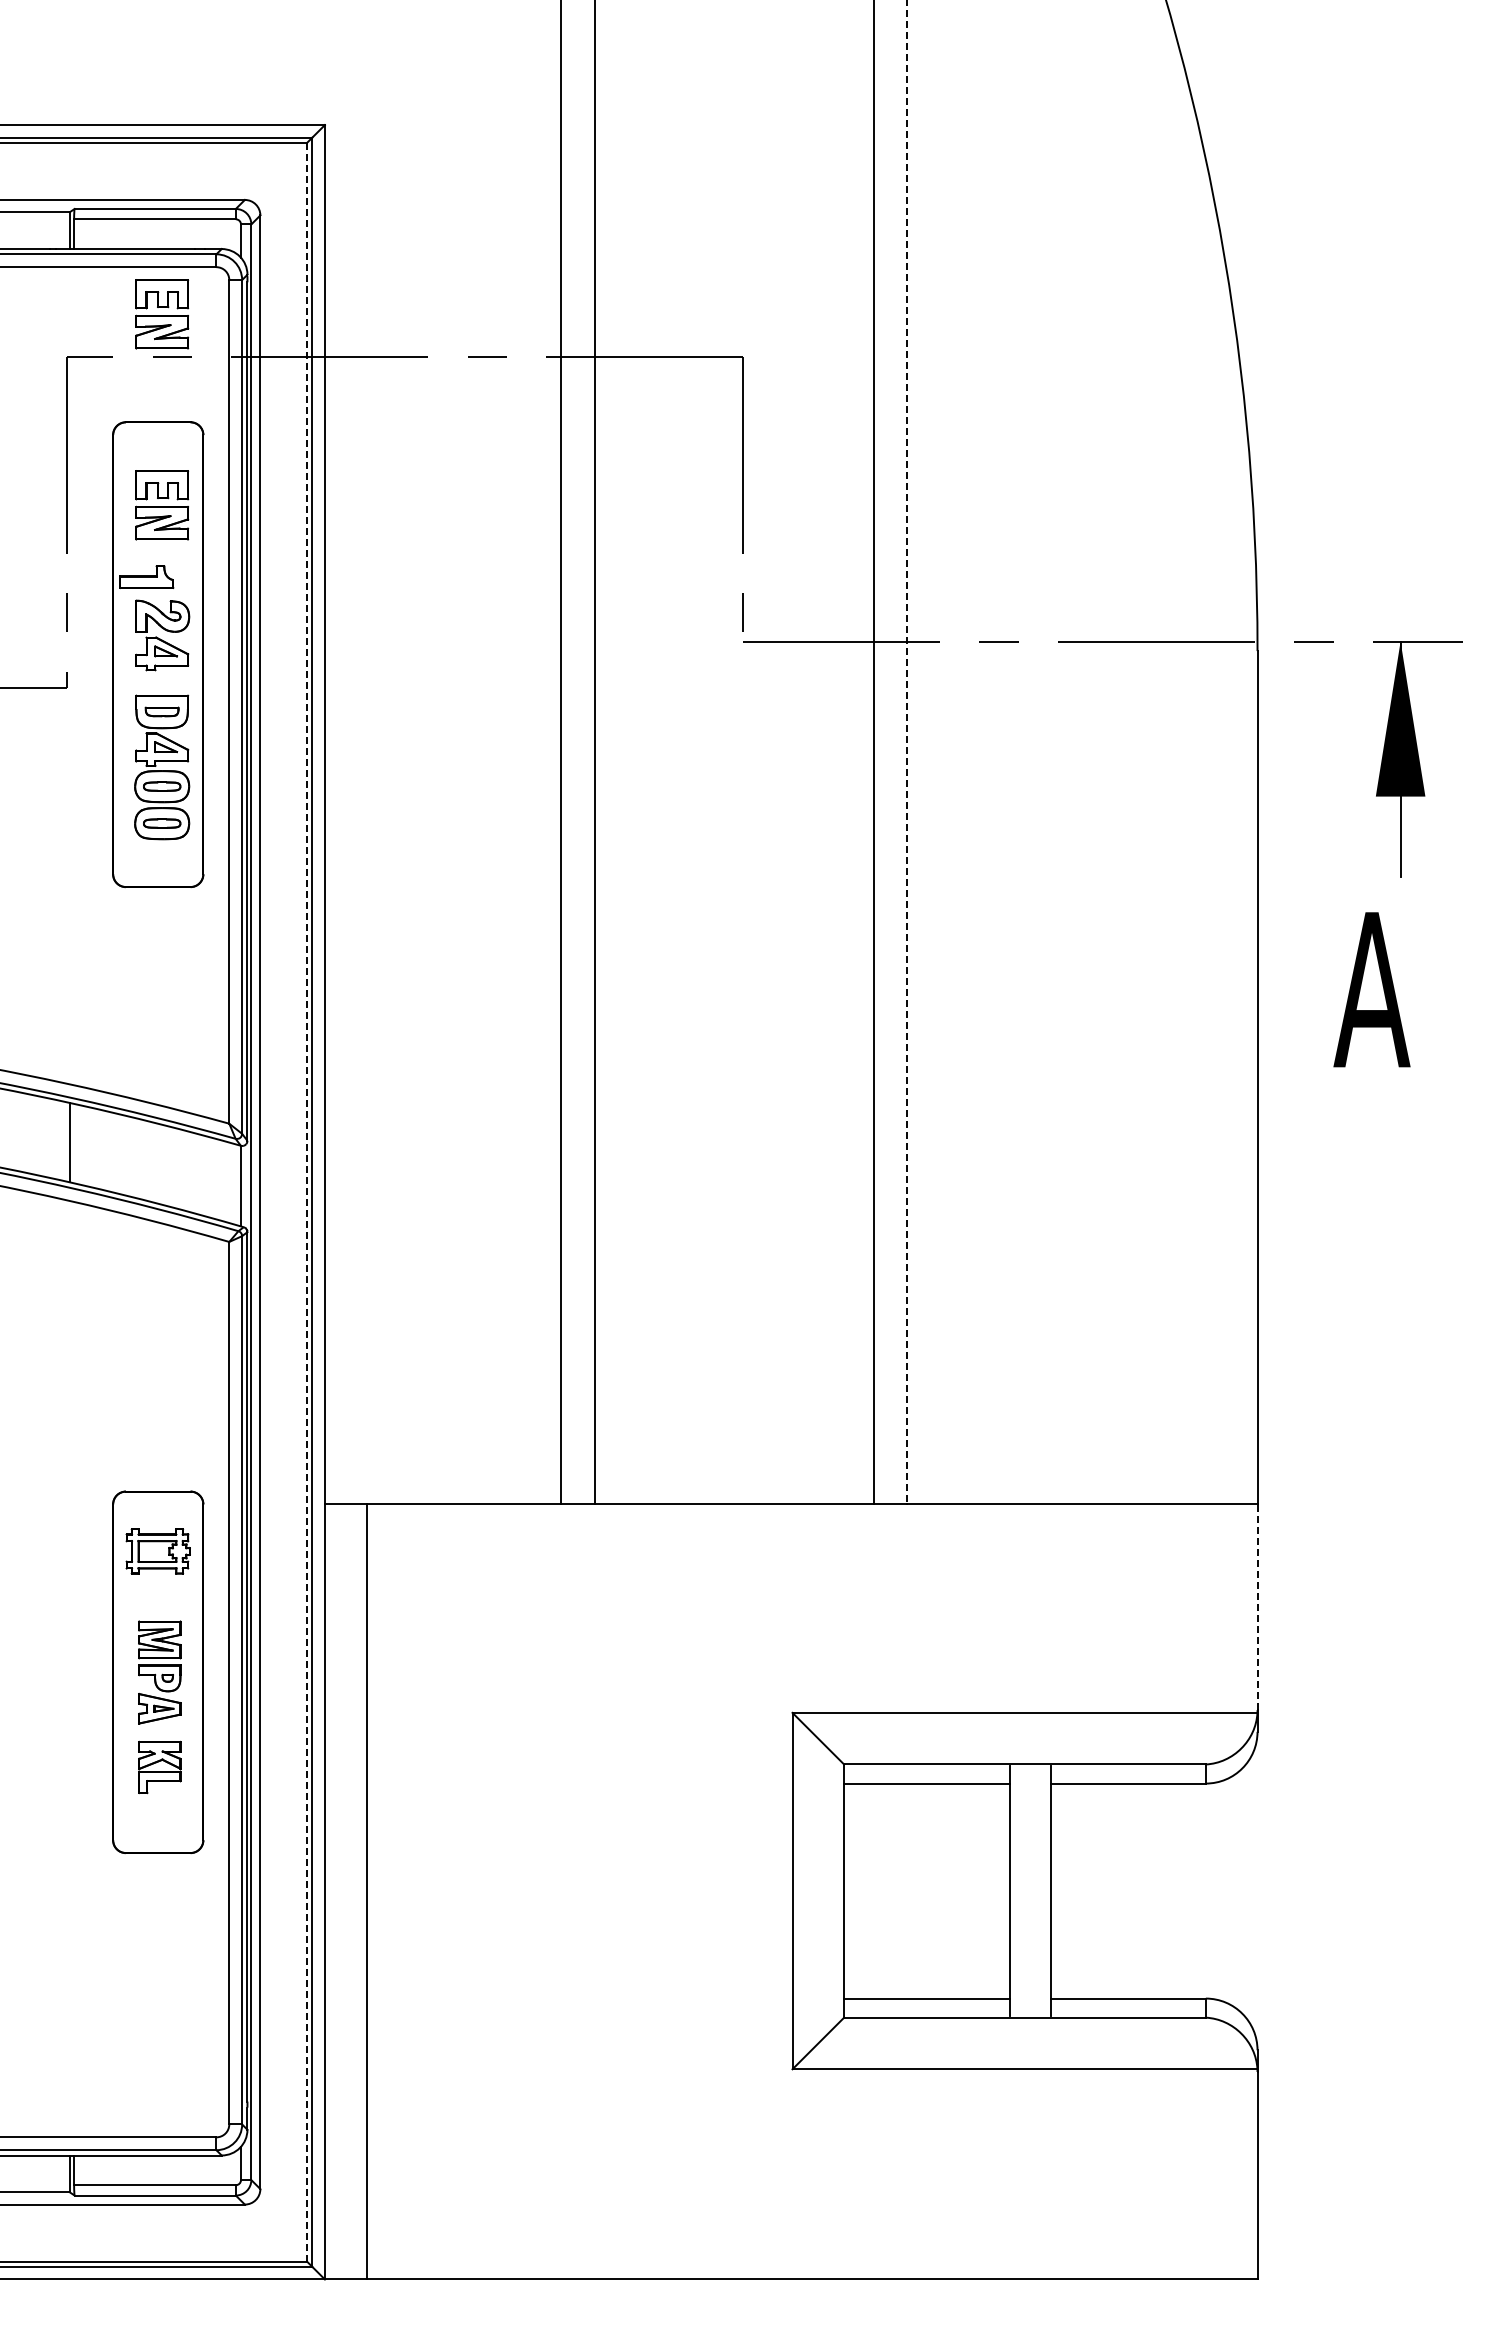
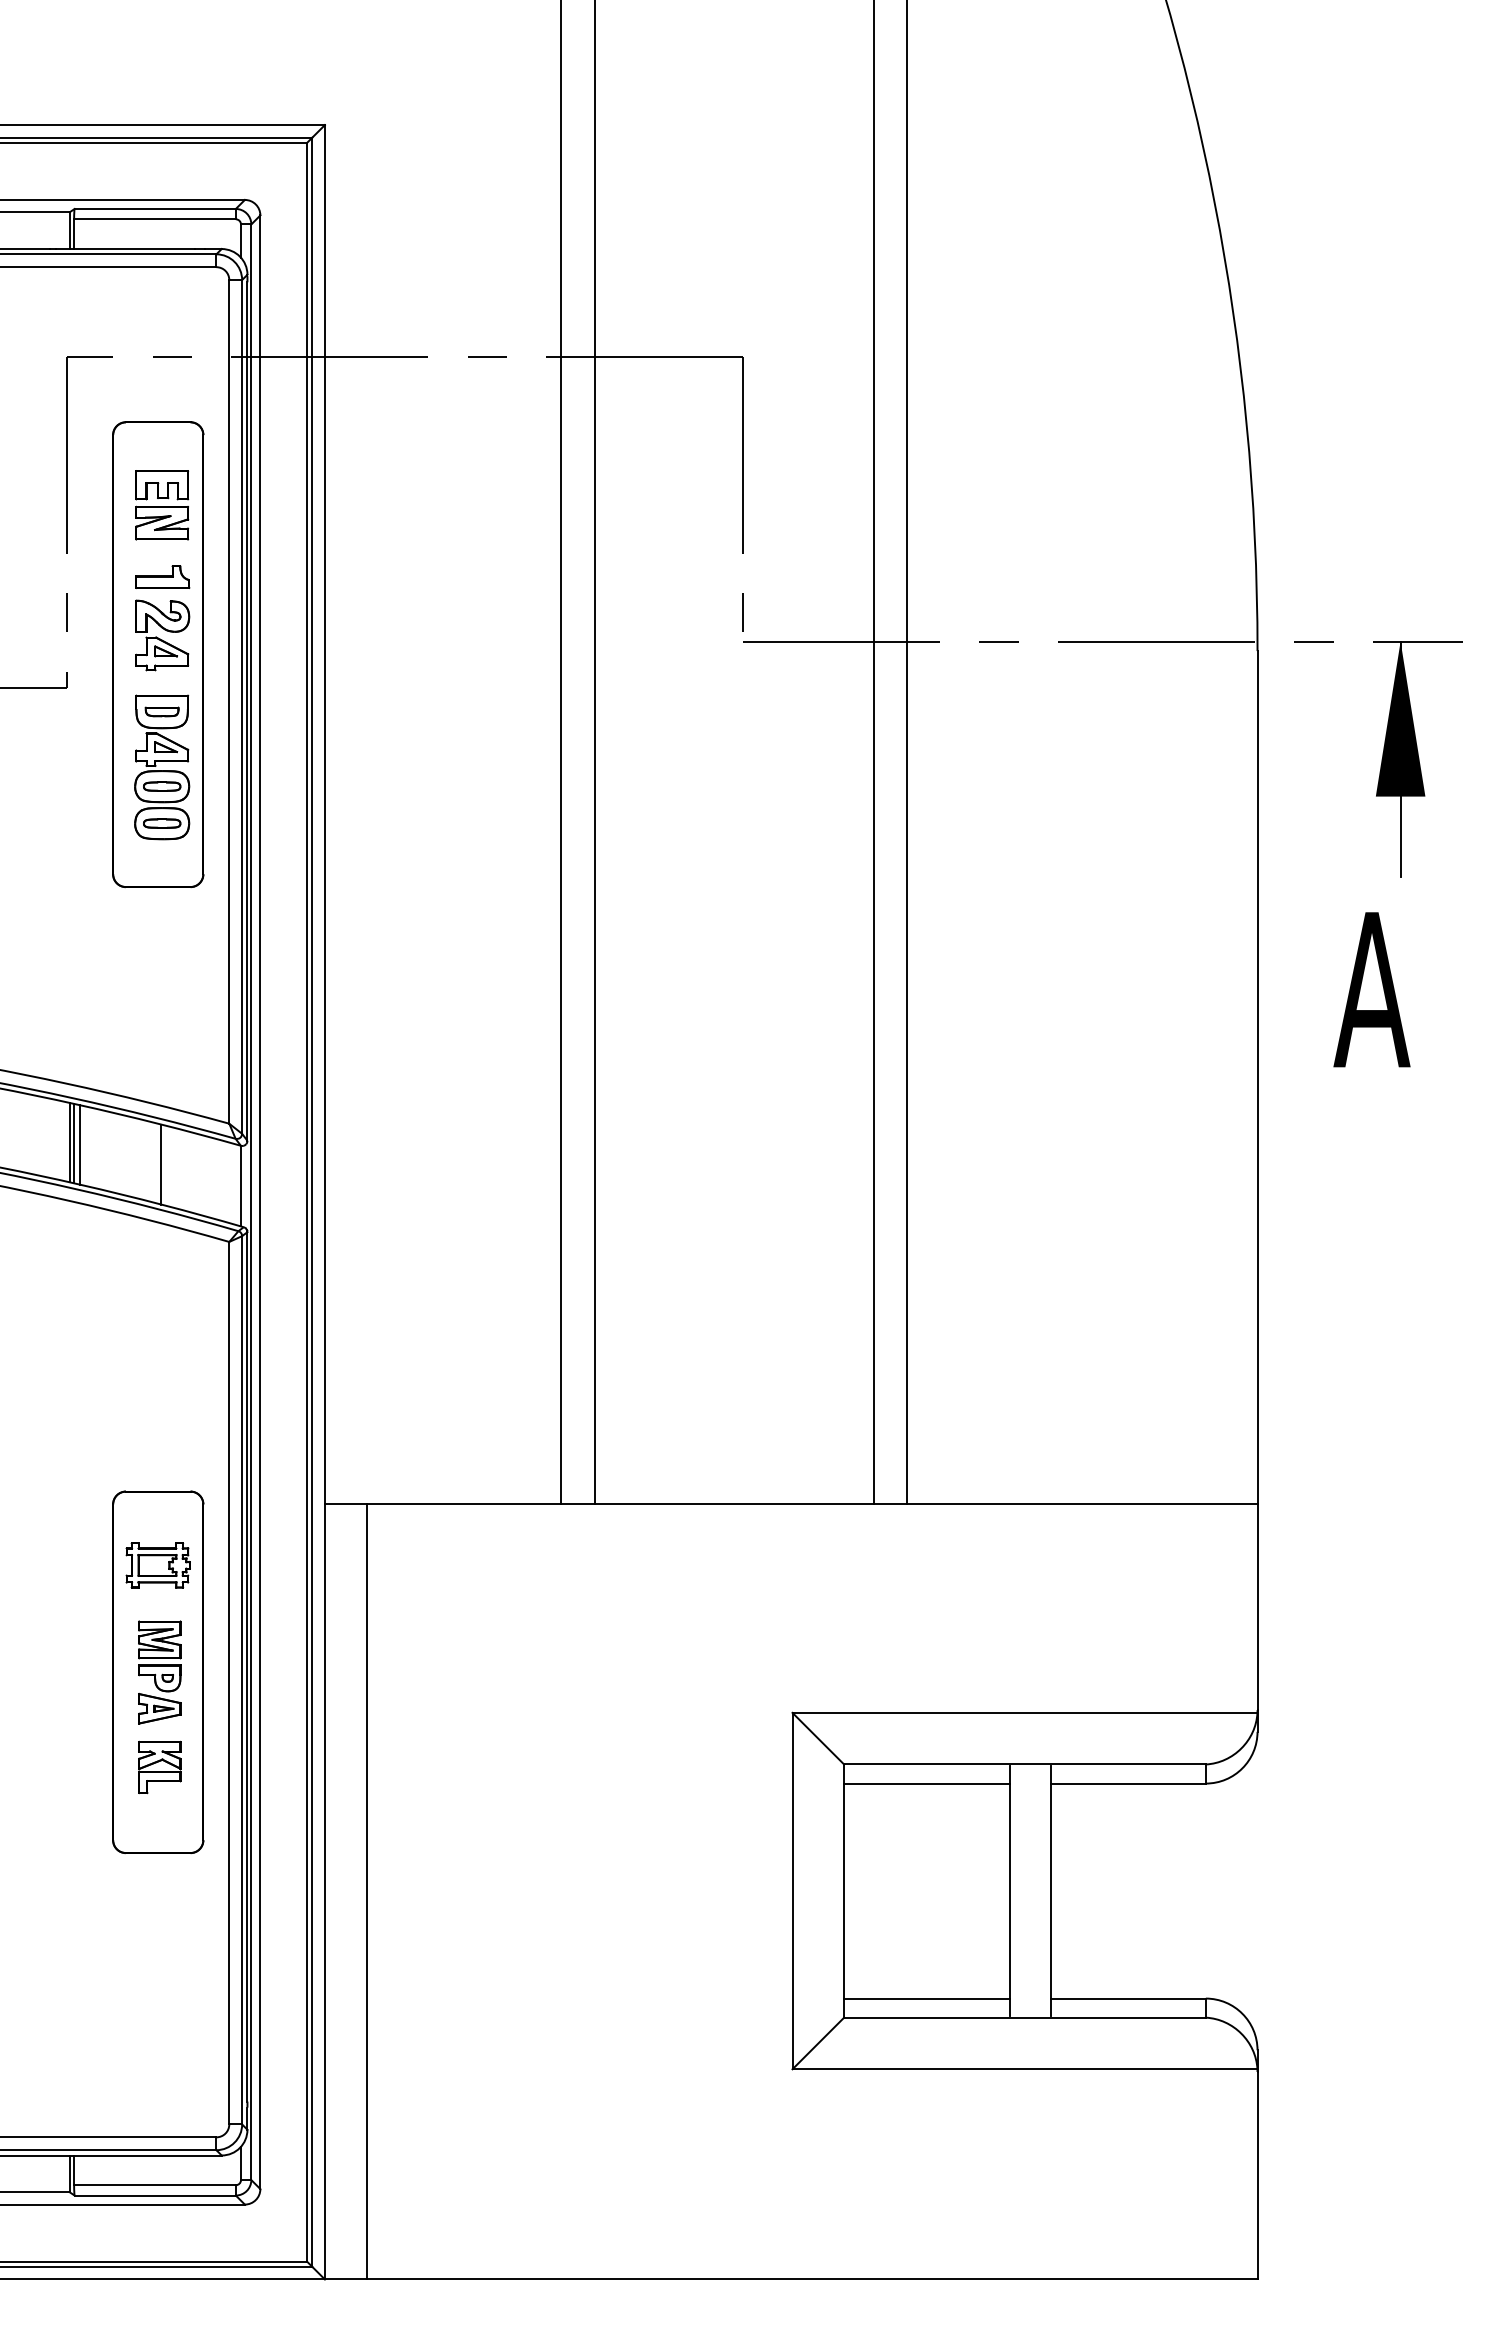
part at (162, 314): present -> none
part at (146, 576) position: (146, 576) -> (162, 576)
line at (906, 752): dashed -> solid
line at (74, 1143): none -> present
line at (80, 1144): none -> present
line at (161, 1164): none -> present
line at (307, 1201): dashed -> solid
part at (157, 1551) position: (157, 1551) -> (157, 1565)
line at (1257, 1606): dashed -> solid
